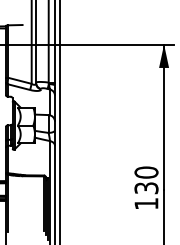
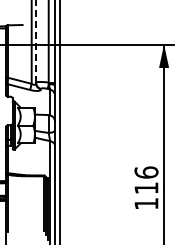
line at (36, 41): solid -> dashed
text at (146, 180): 130 -> 116
